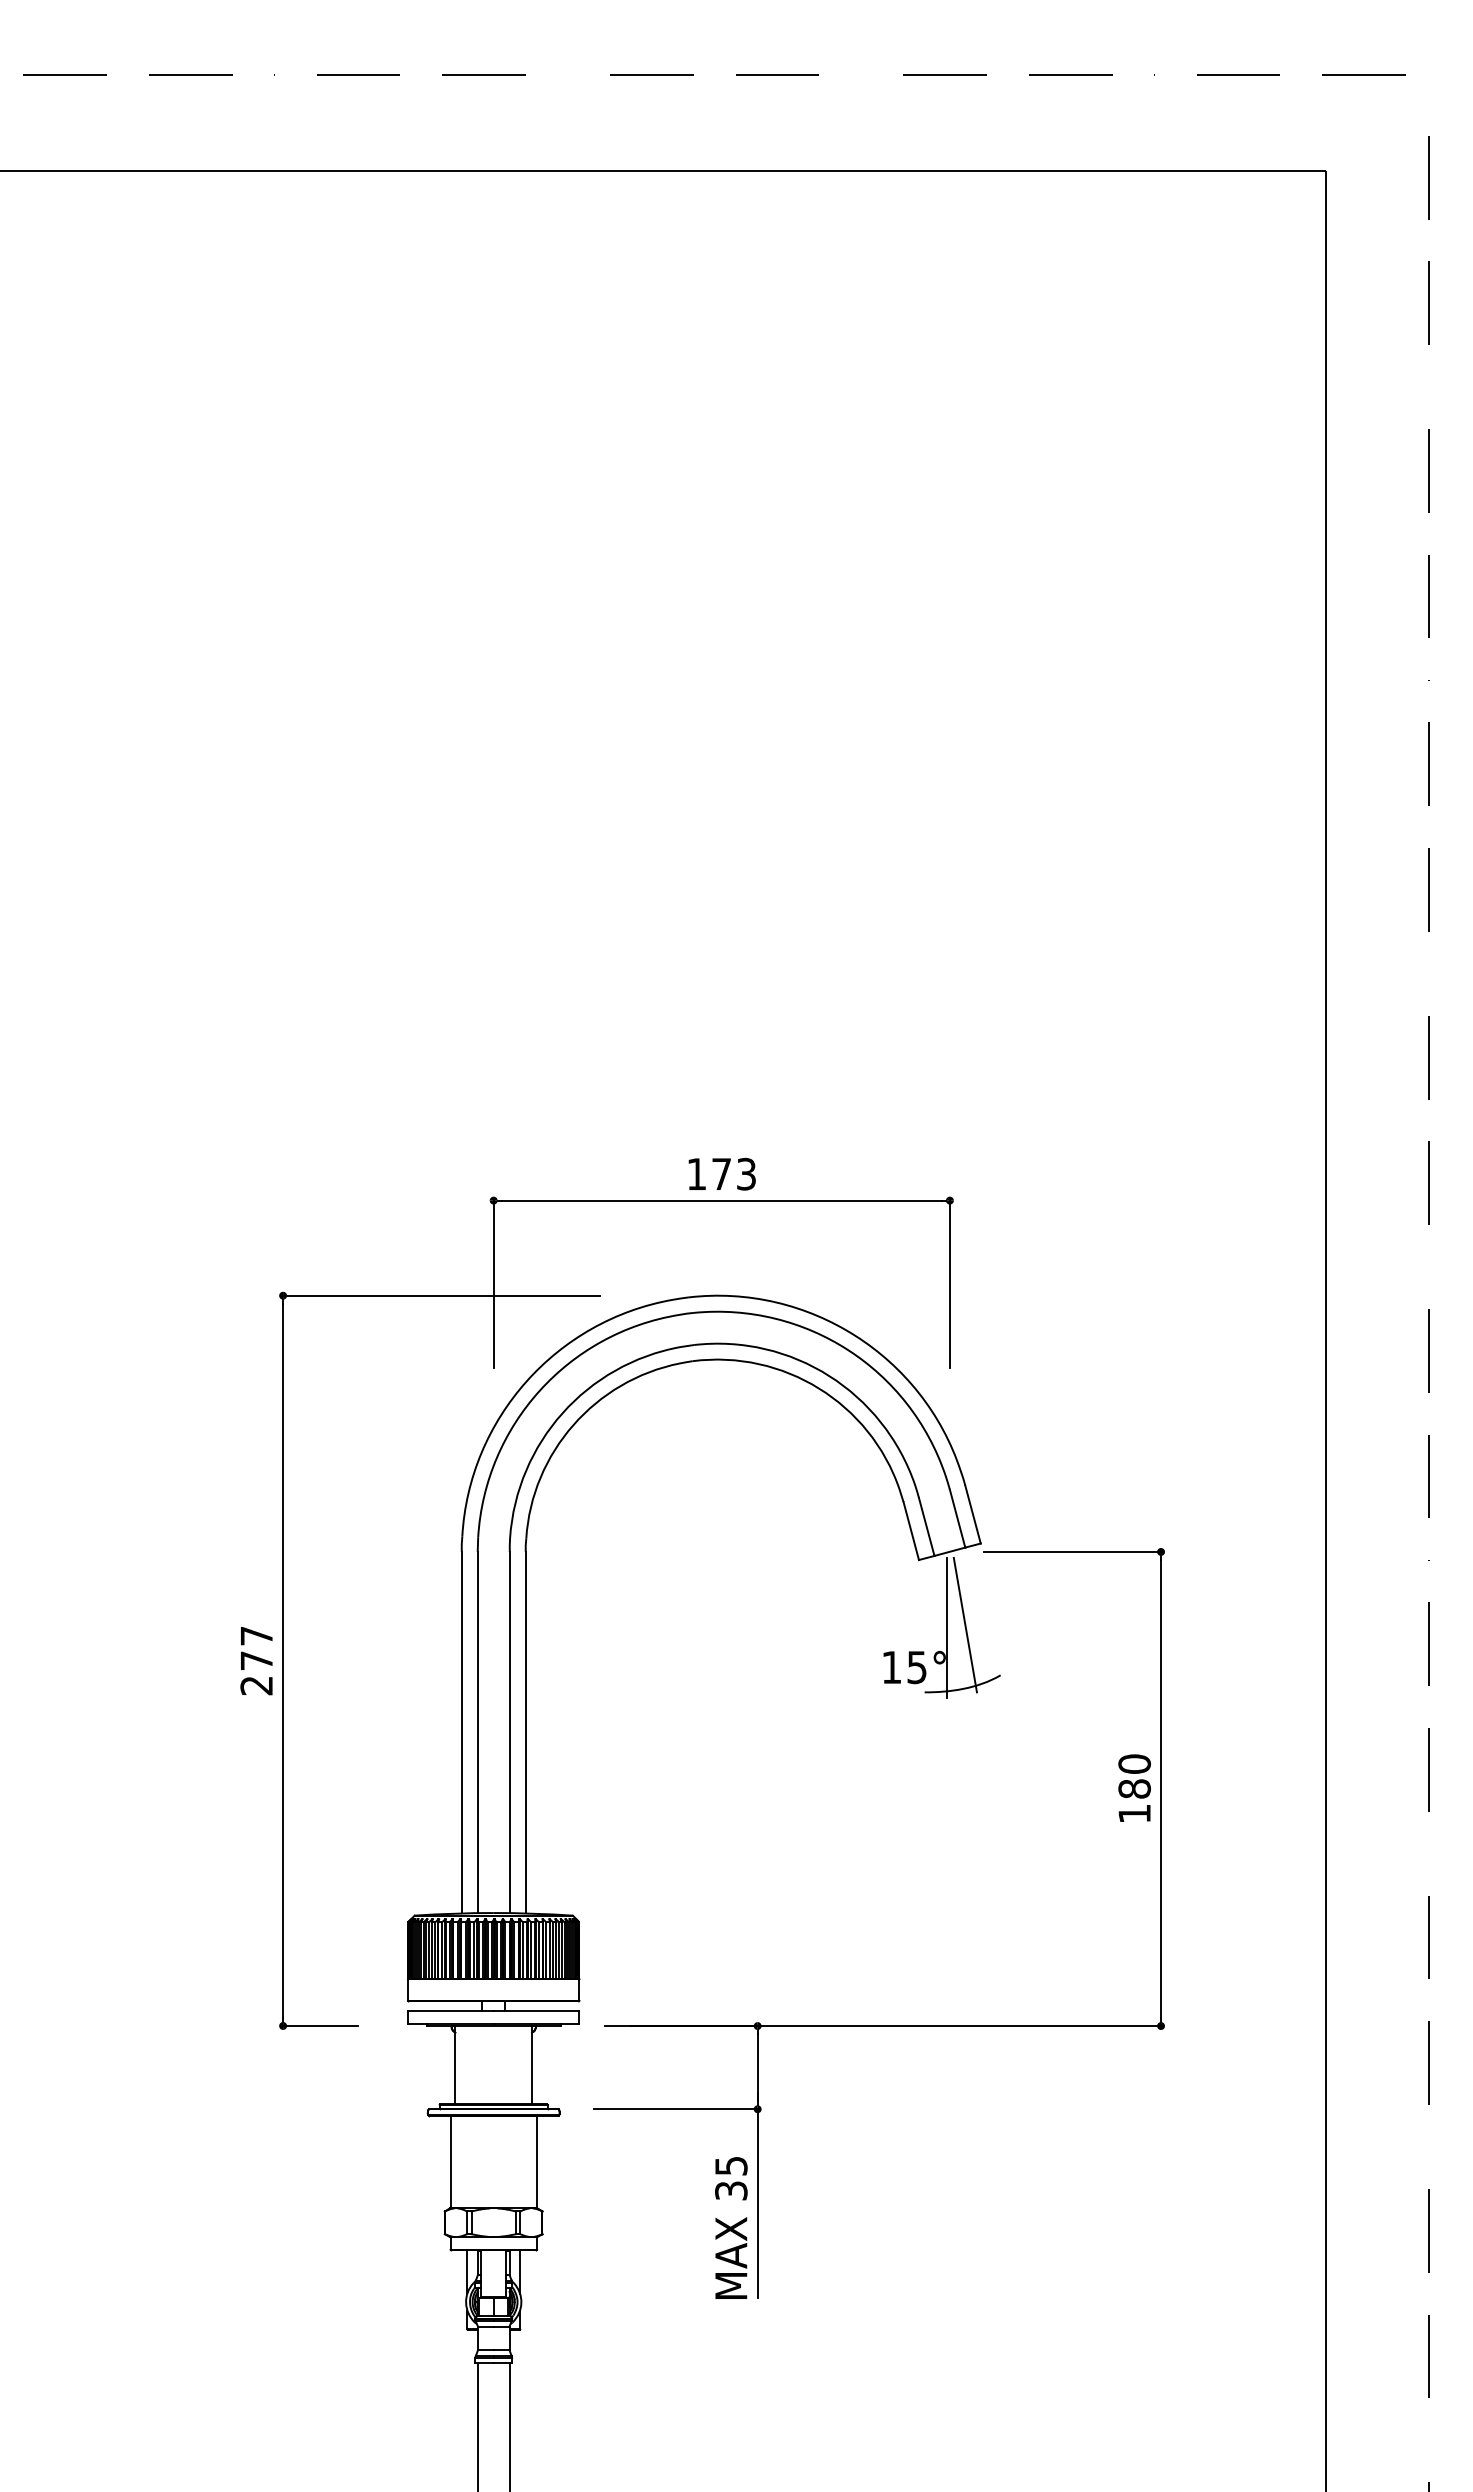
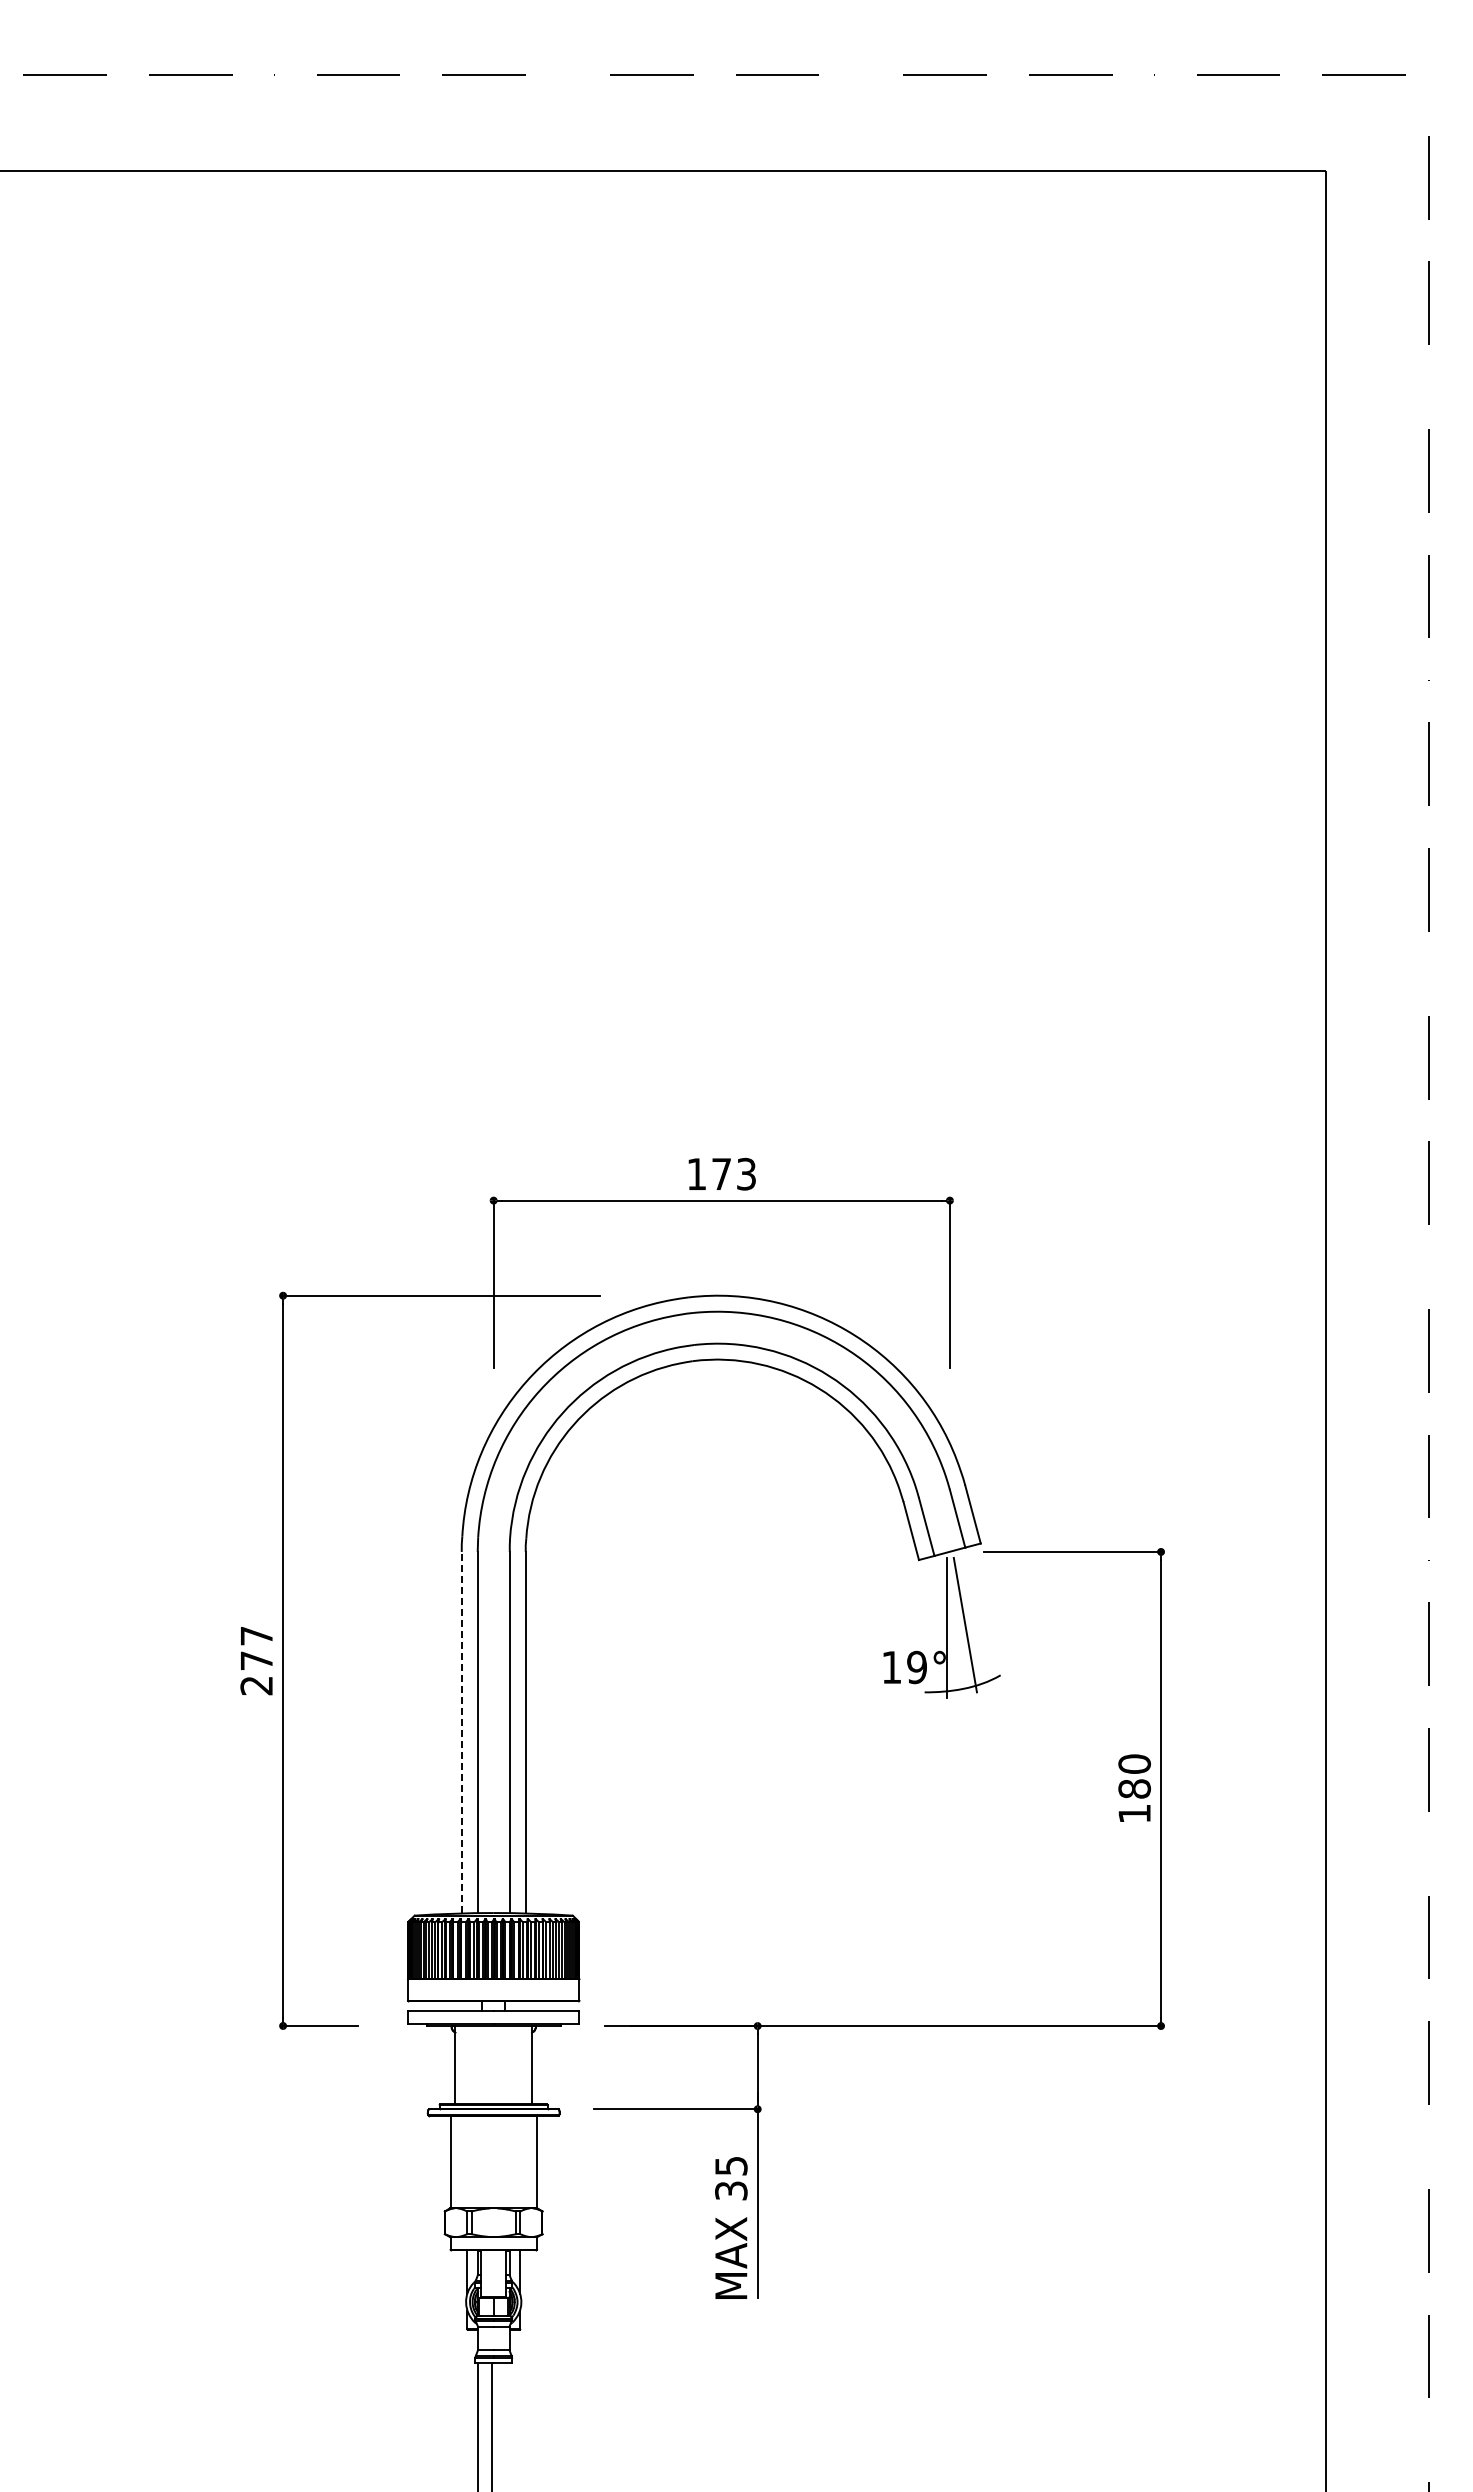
text at (916, 1666): 15° -> 19°
line at (461, 1732): solid -> dashed
line at (509, 2425) position: (509, 2425) -> (491, 2425)
